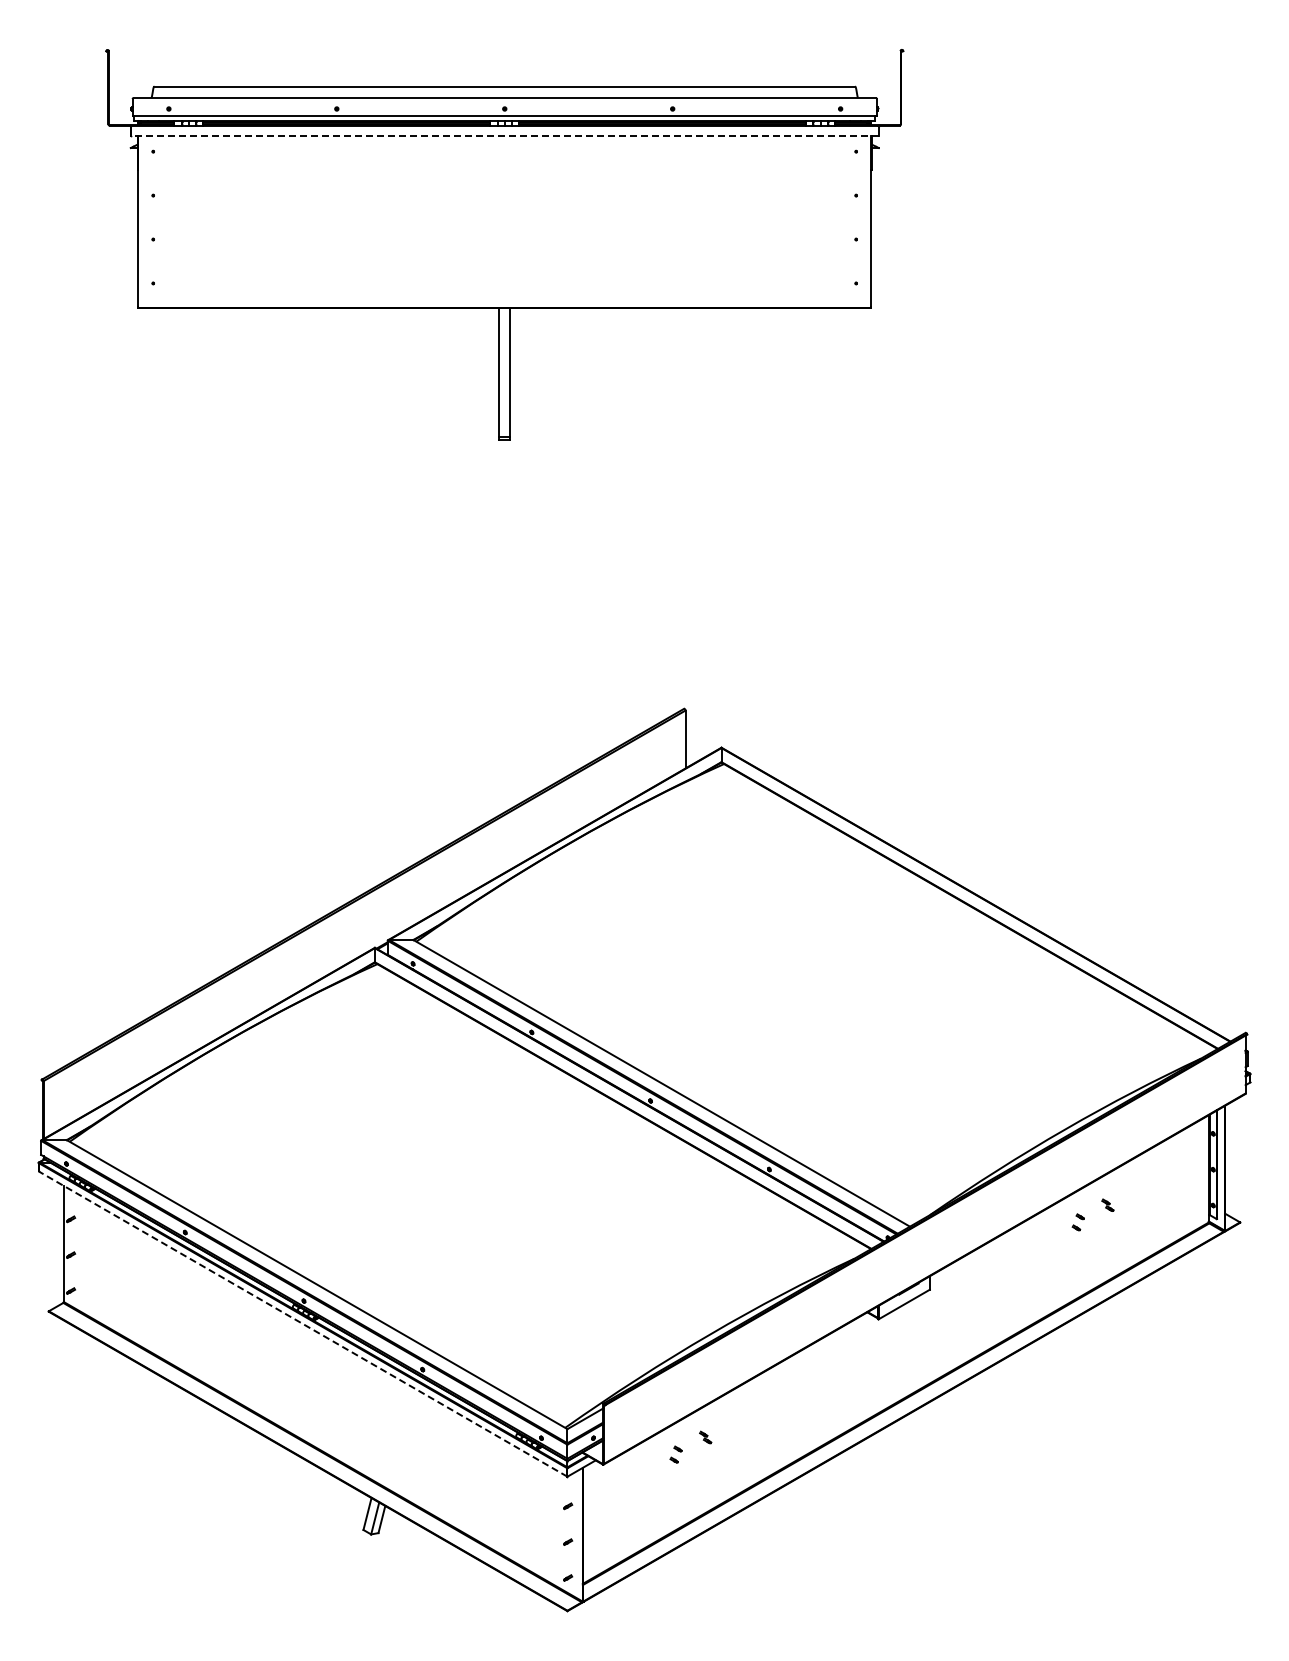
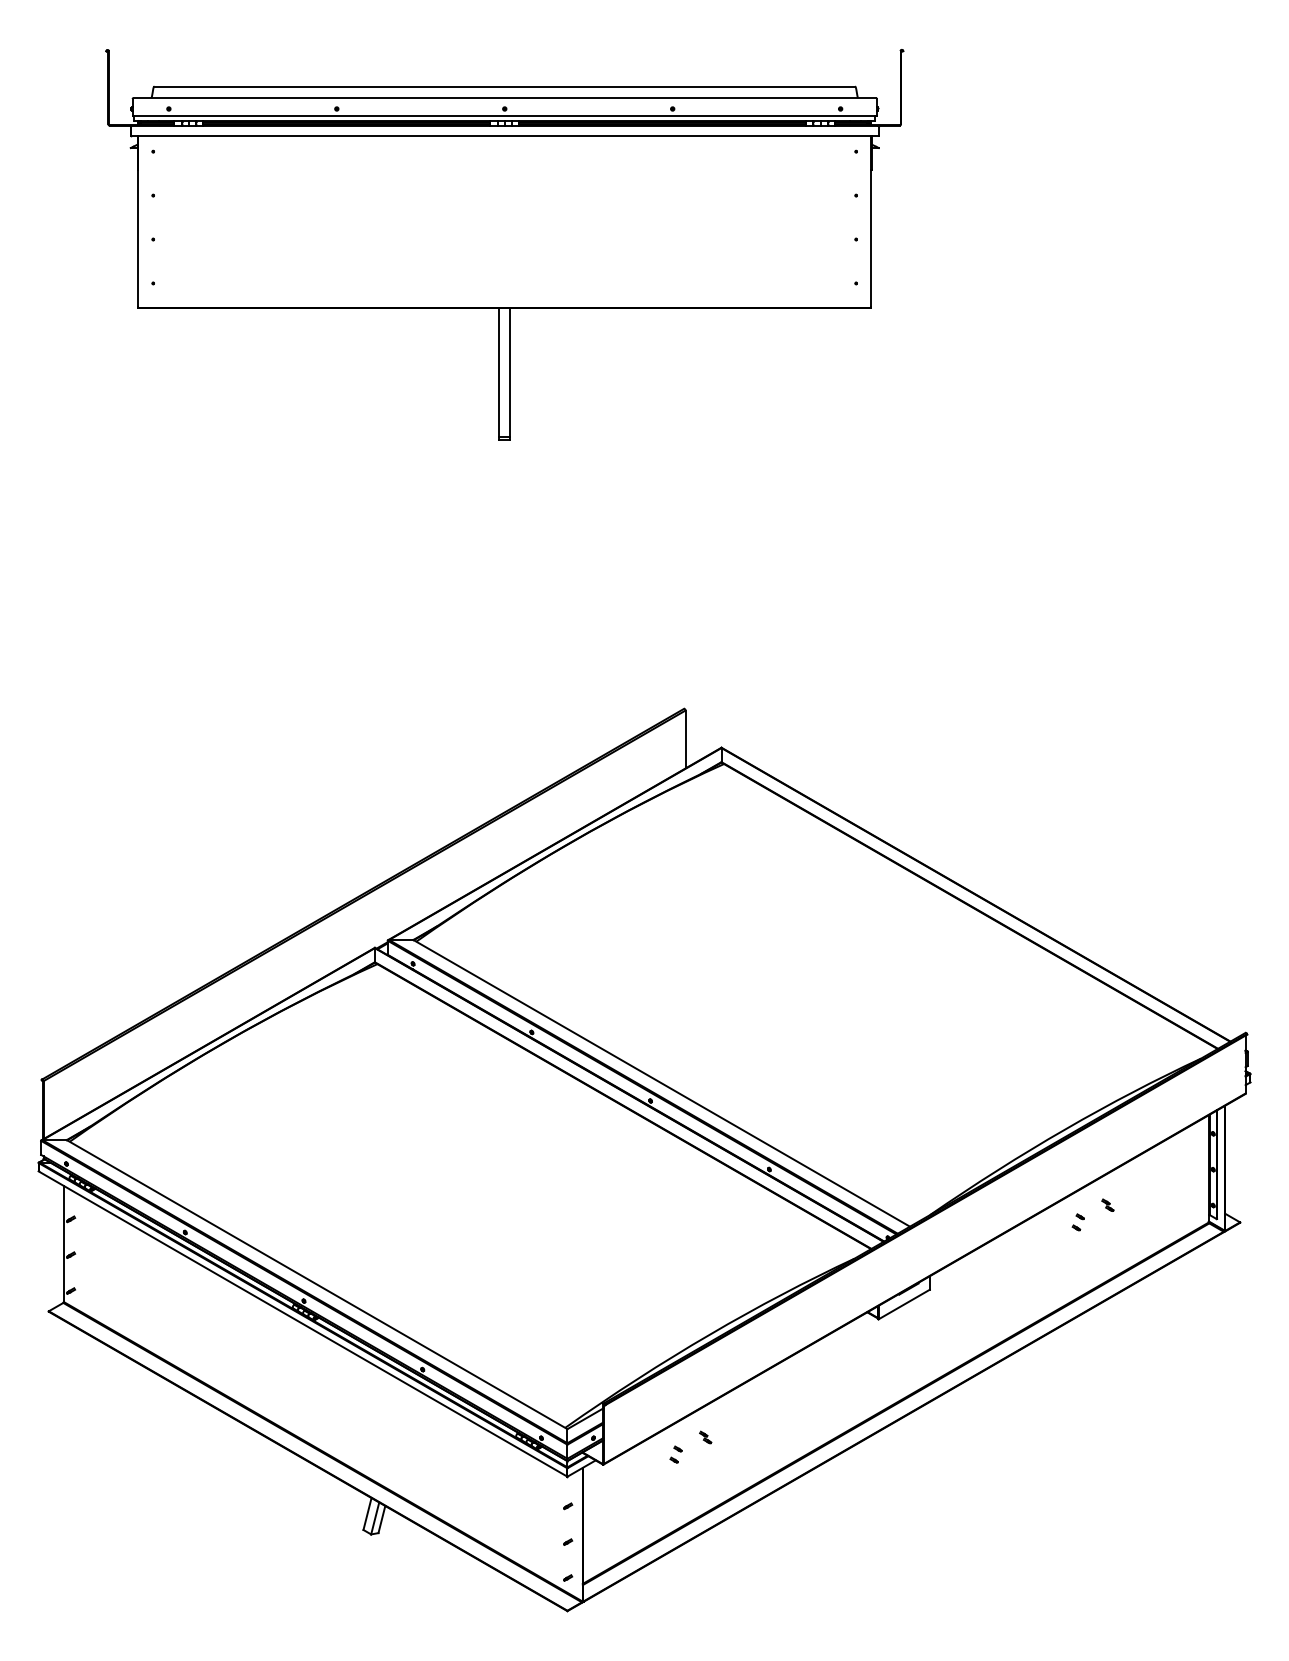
line at (504, 136): dashed -> solid
line at (302, 1323): dashed -> solid
